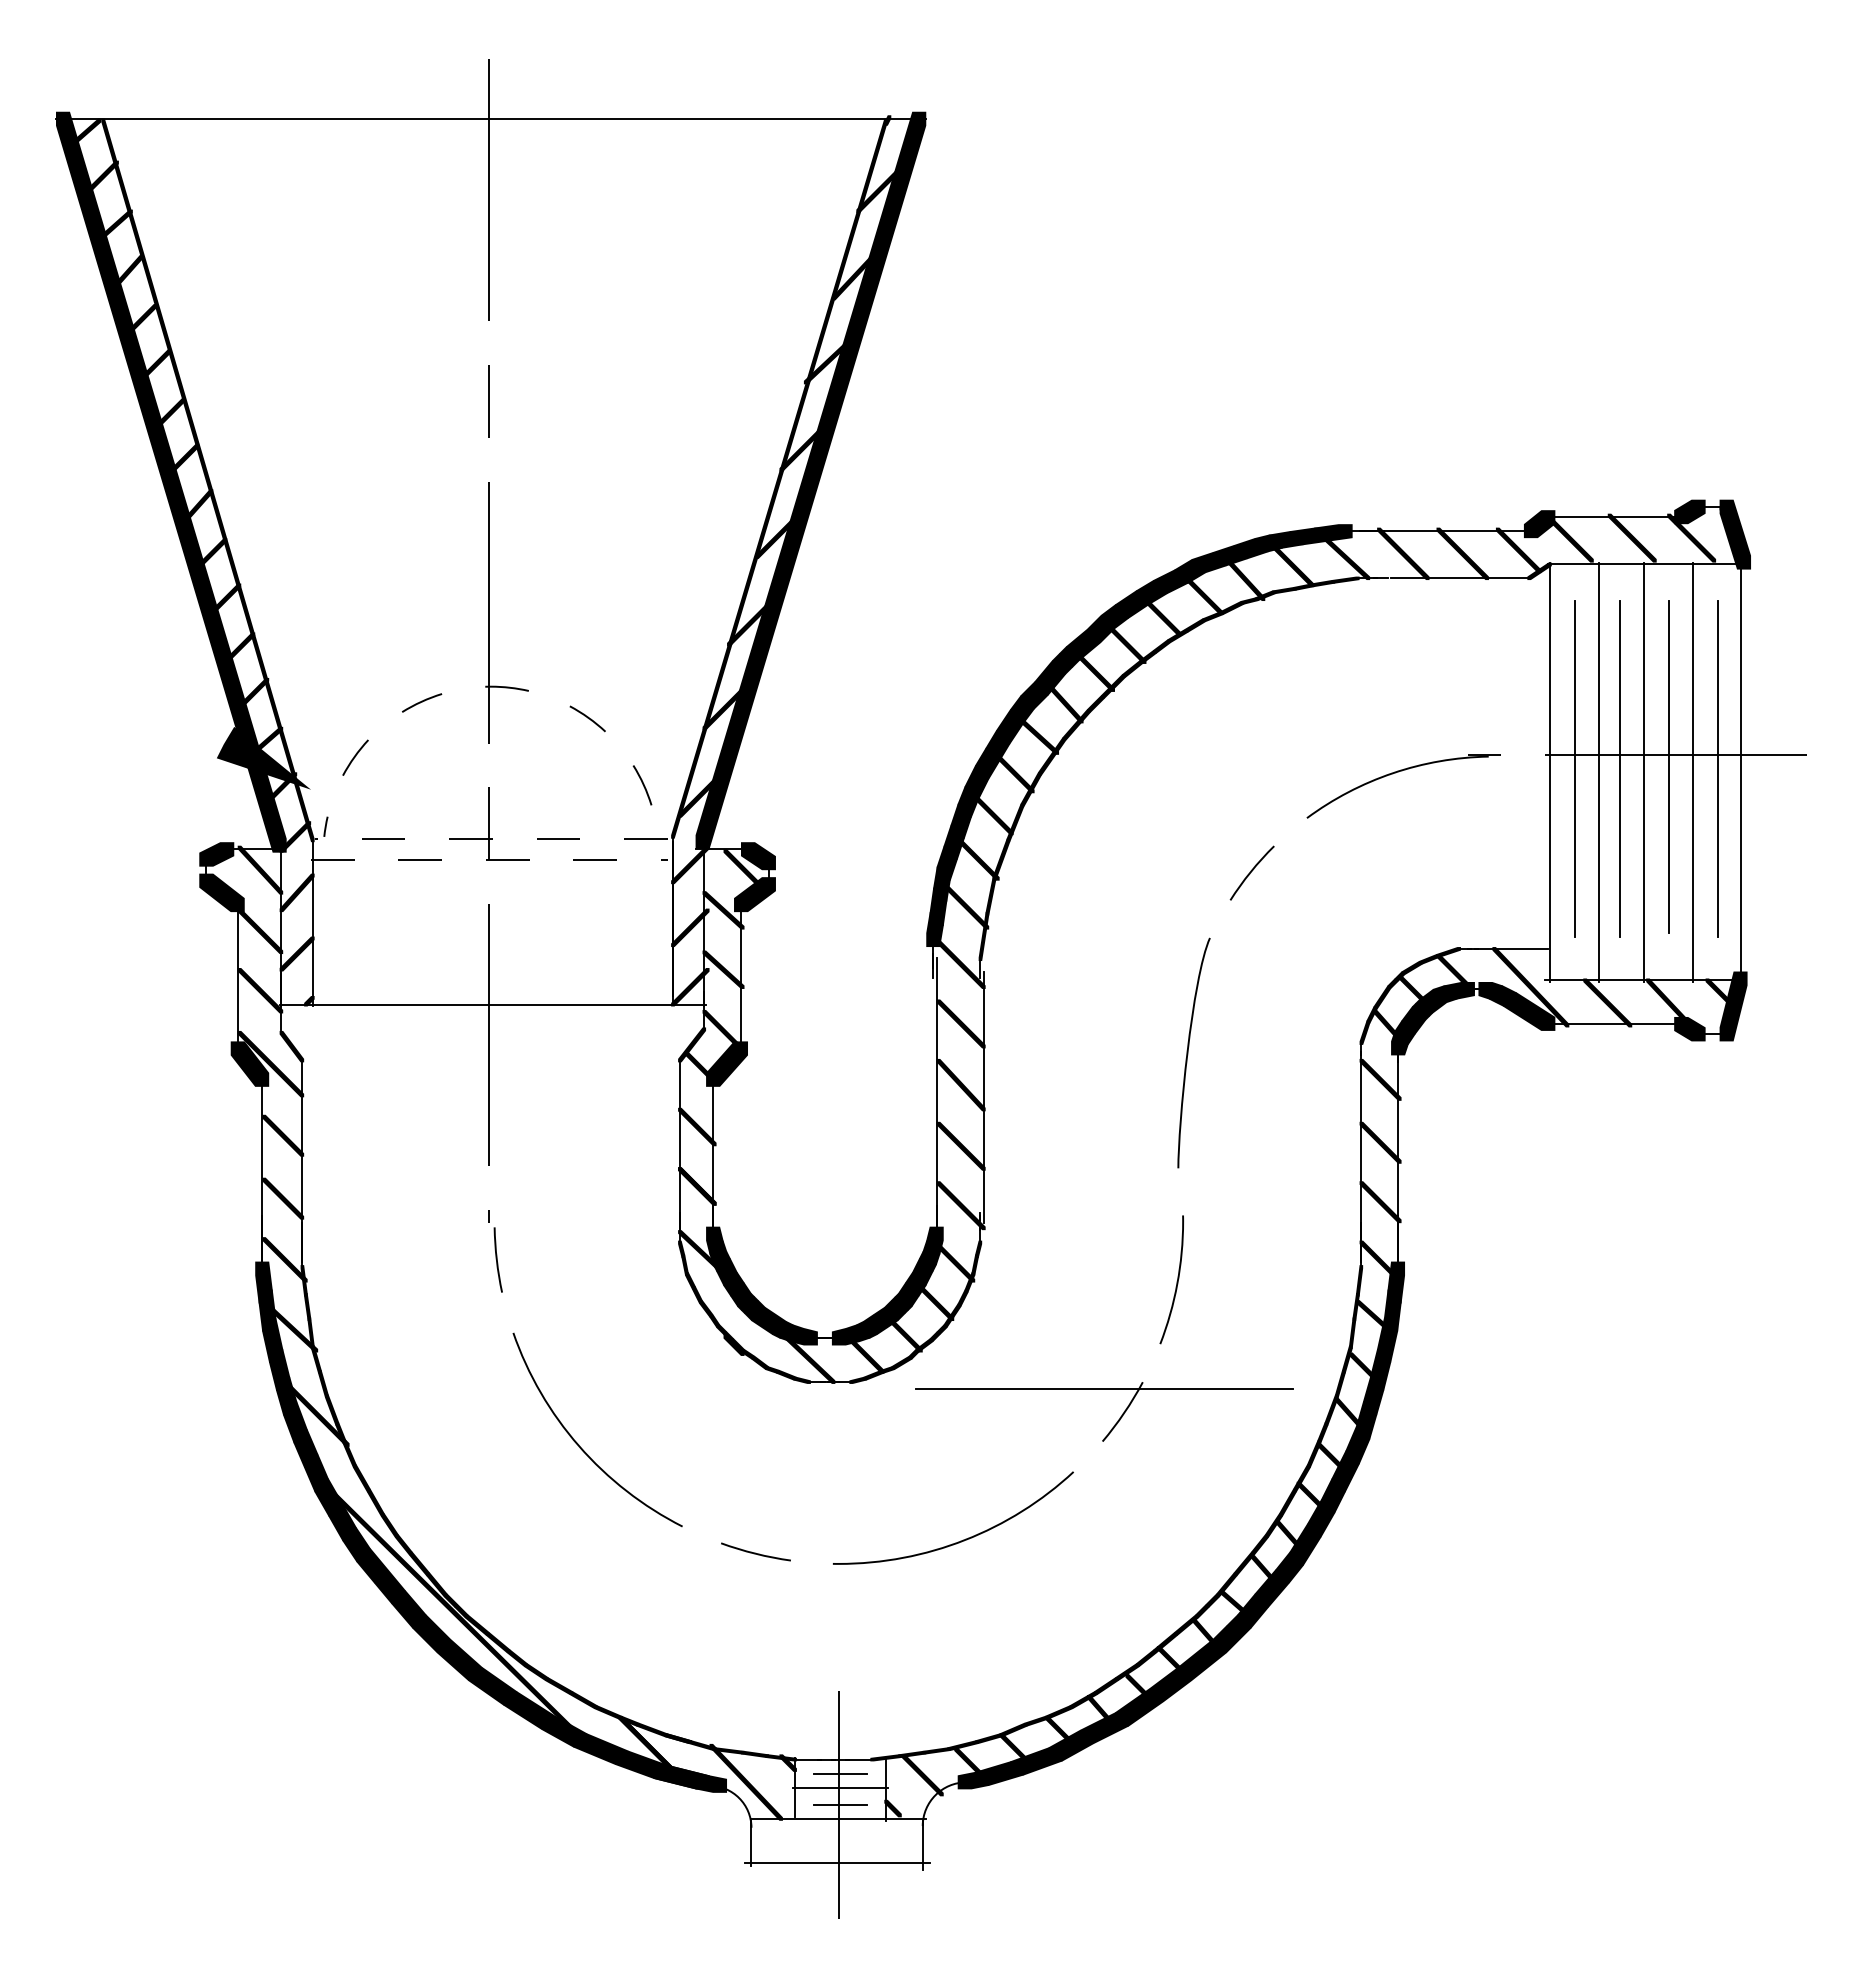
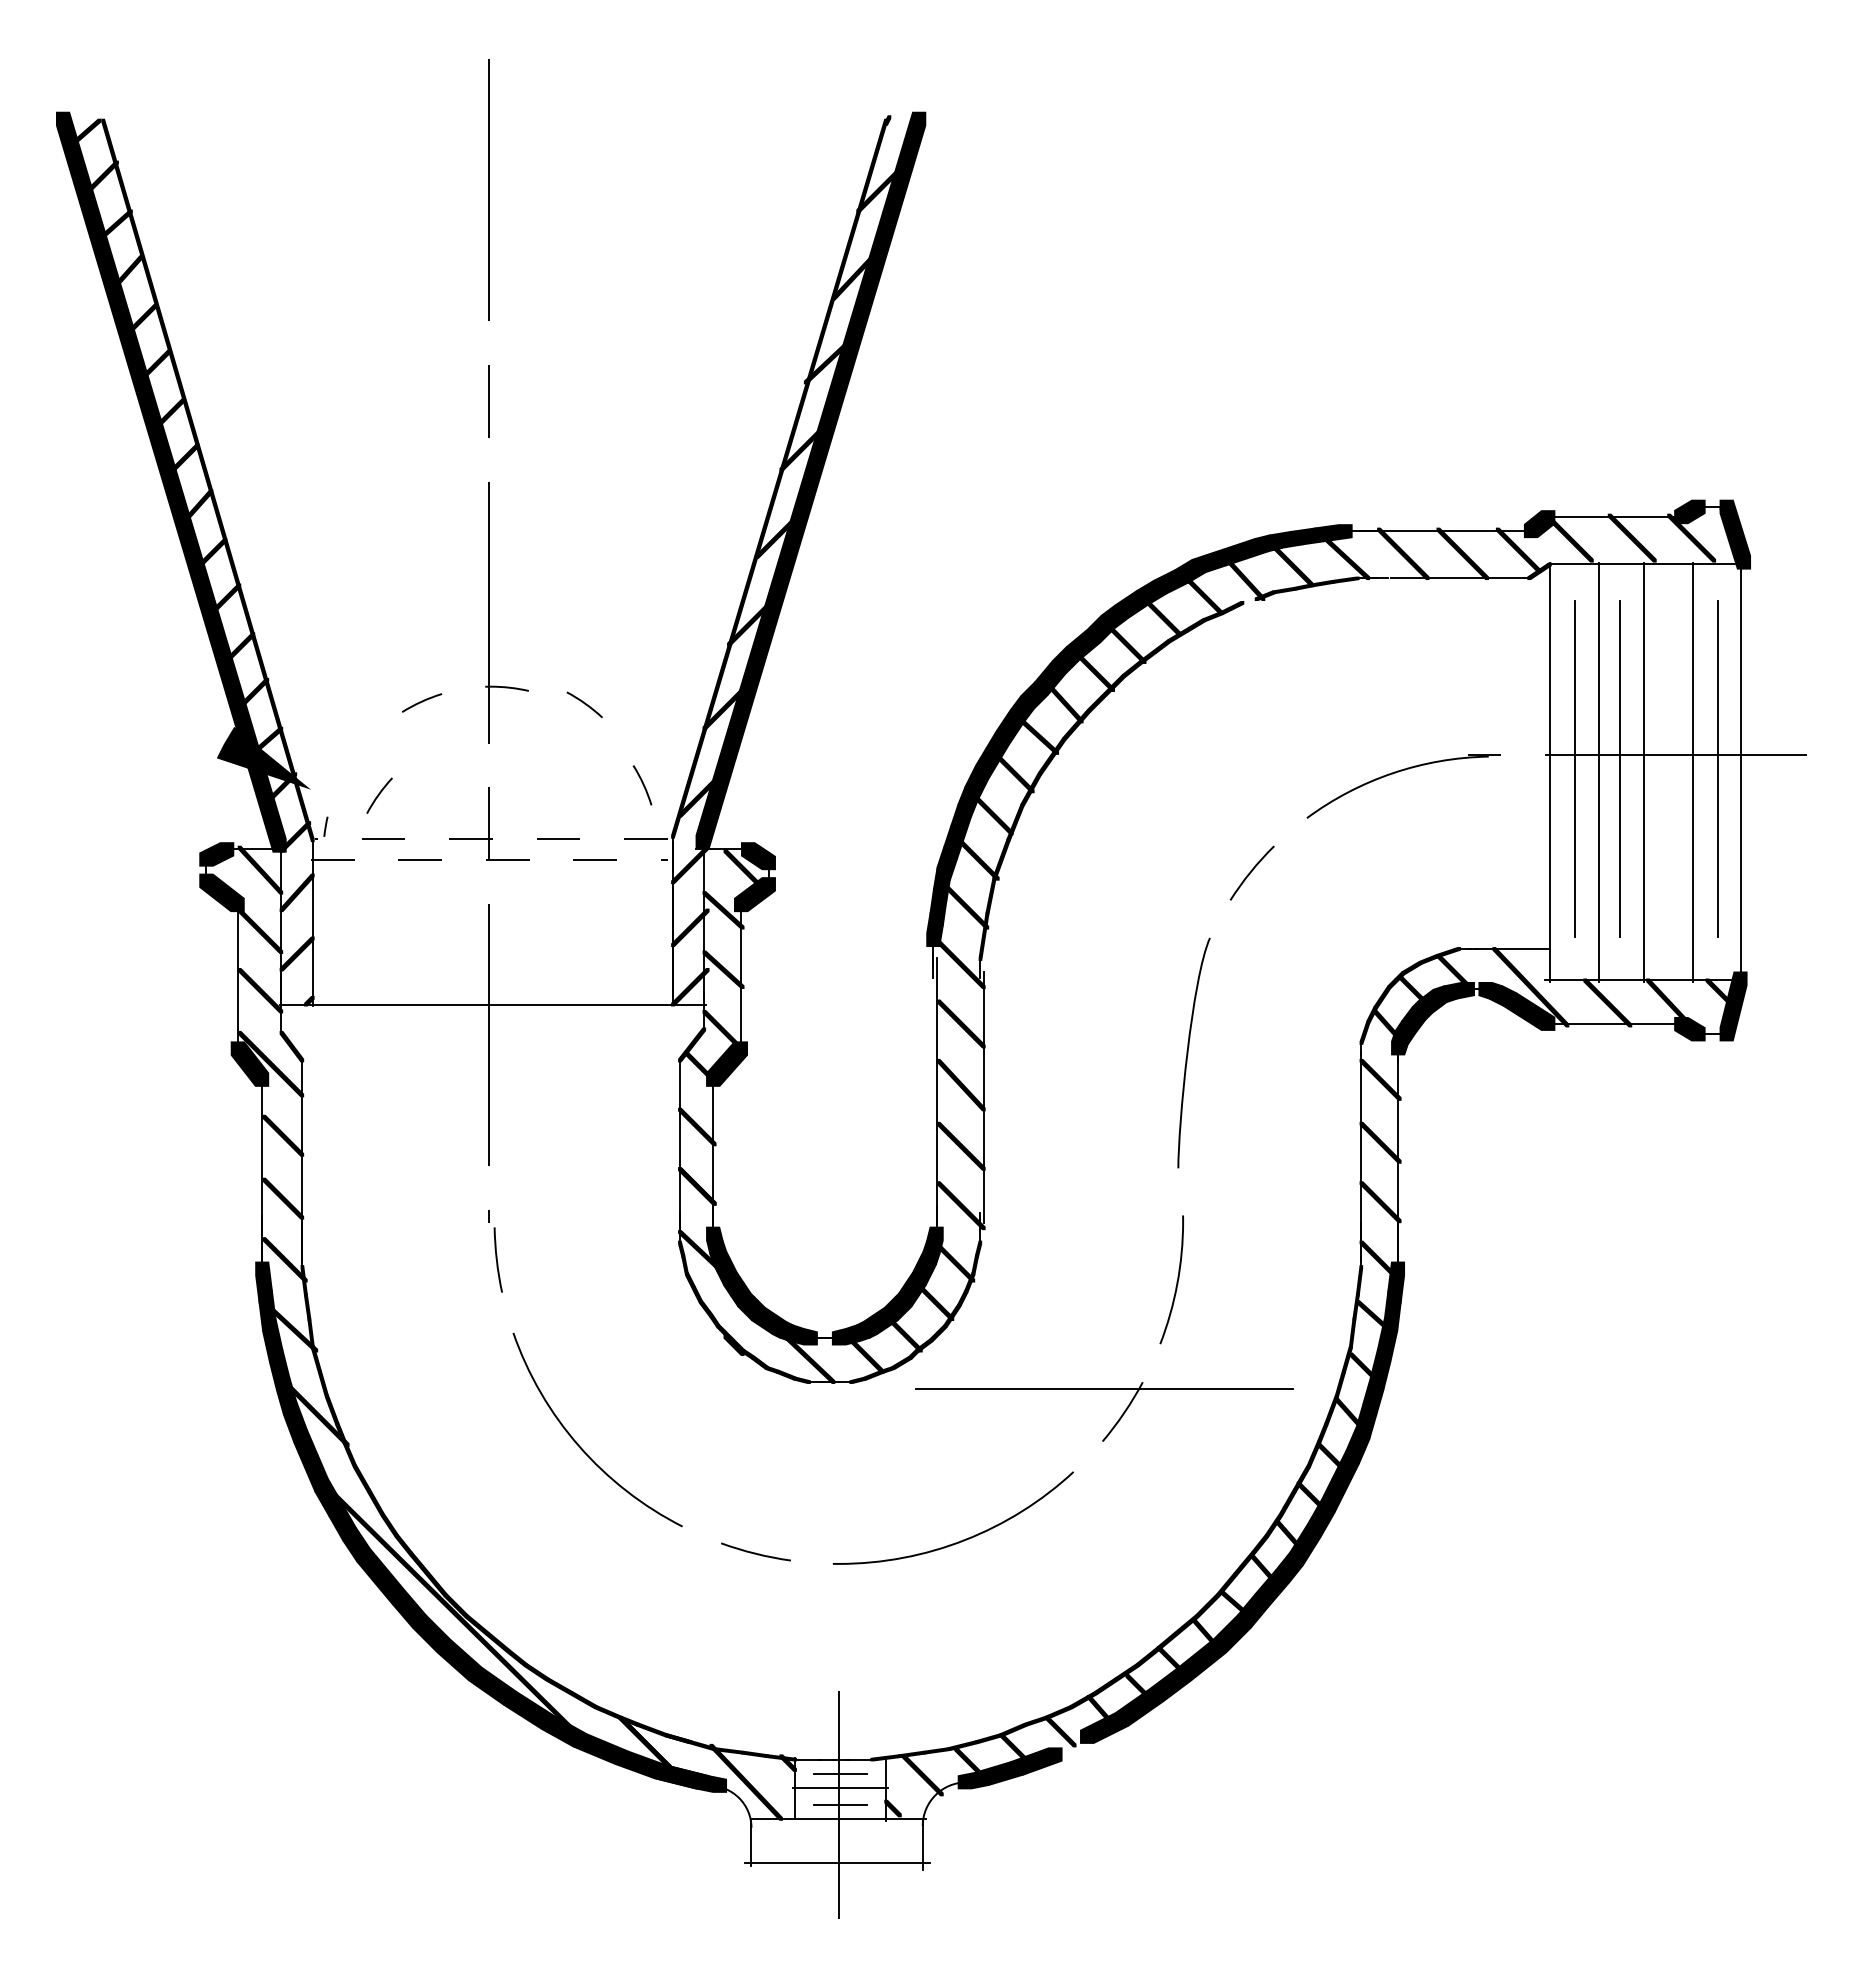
line at (491, 118): present -> none
fill at (1249, 600): present -> none
curve at (587, 718) position: (587, 718) -> (584, 704)
curve at (355, 757) position: (355, 757) -> (379, 795)
line at (1668, 767): present -> none
fill at (1071, 1745): present -> none
